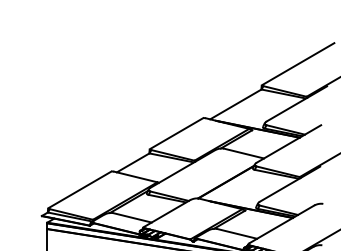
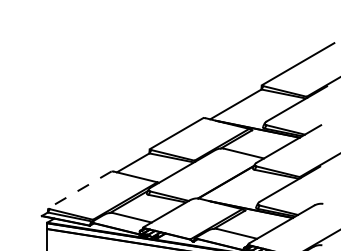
line at (79, 189): solid -> dashed
